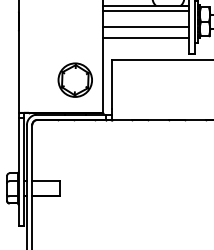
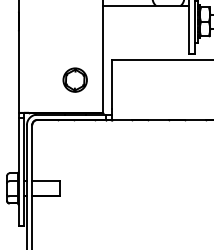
line at (146, 11): present -> none
line at (146, 27): present -> none
line at (146, 37): present -> none
part at (74, 79) size: 36x36 px -> 26x26 px
